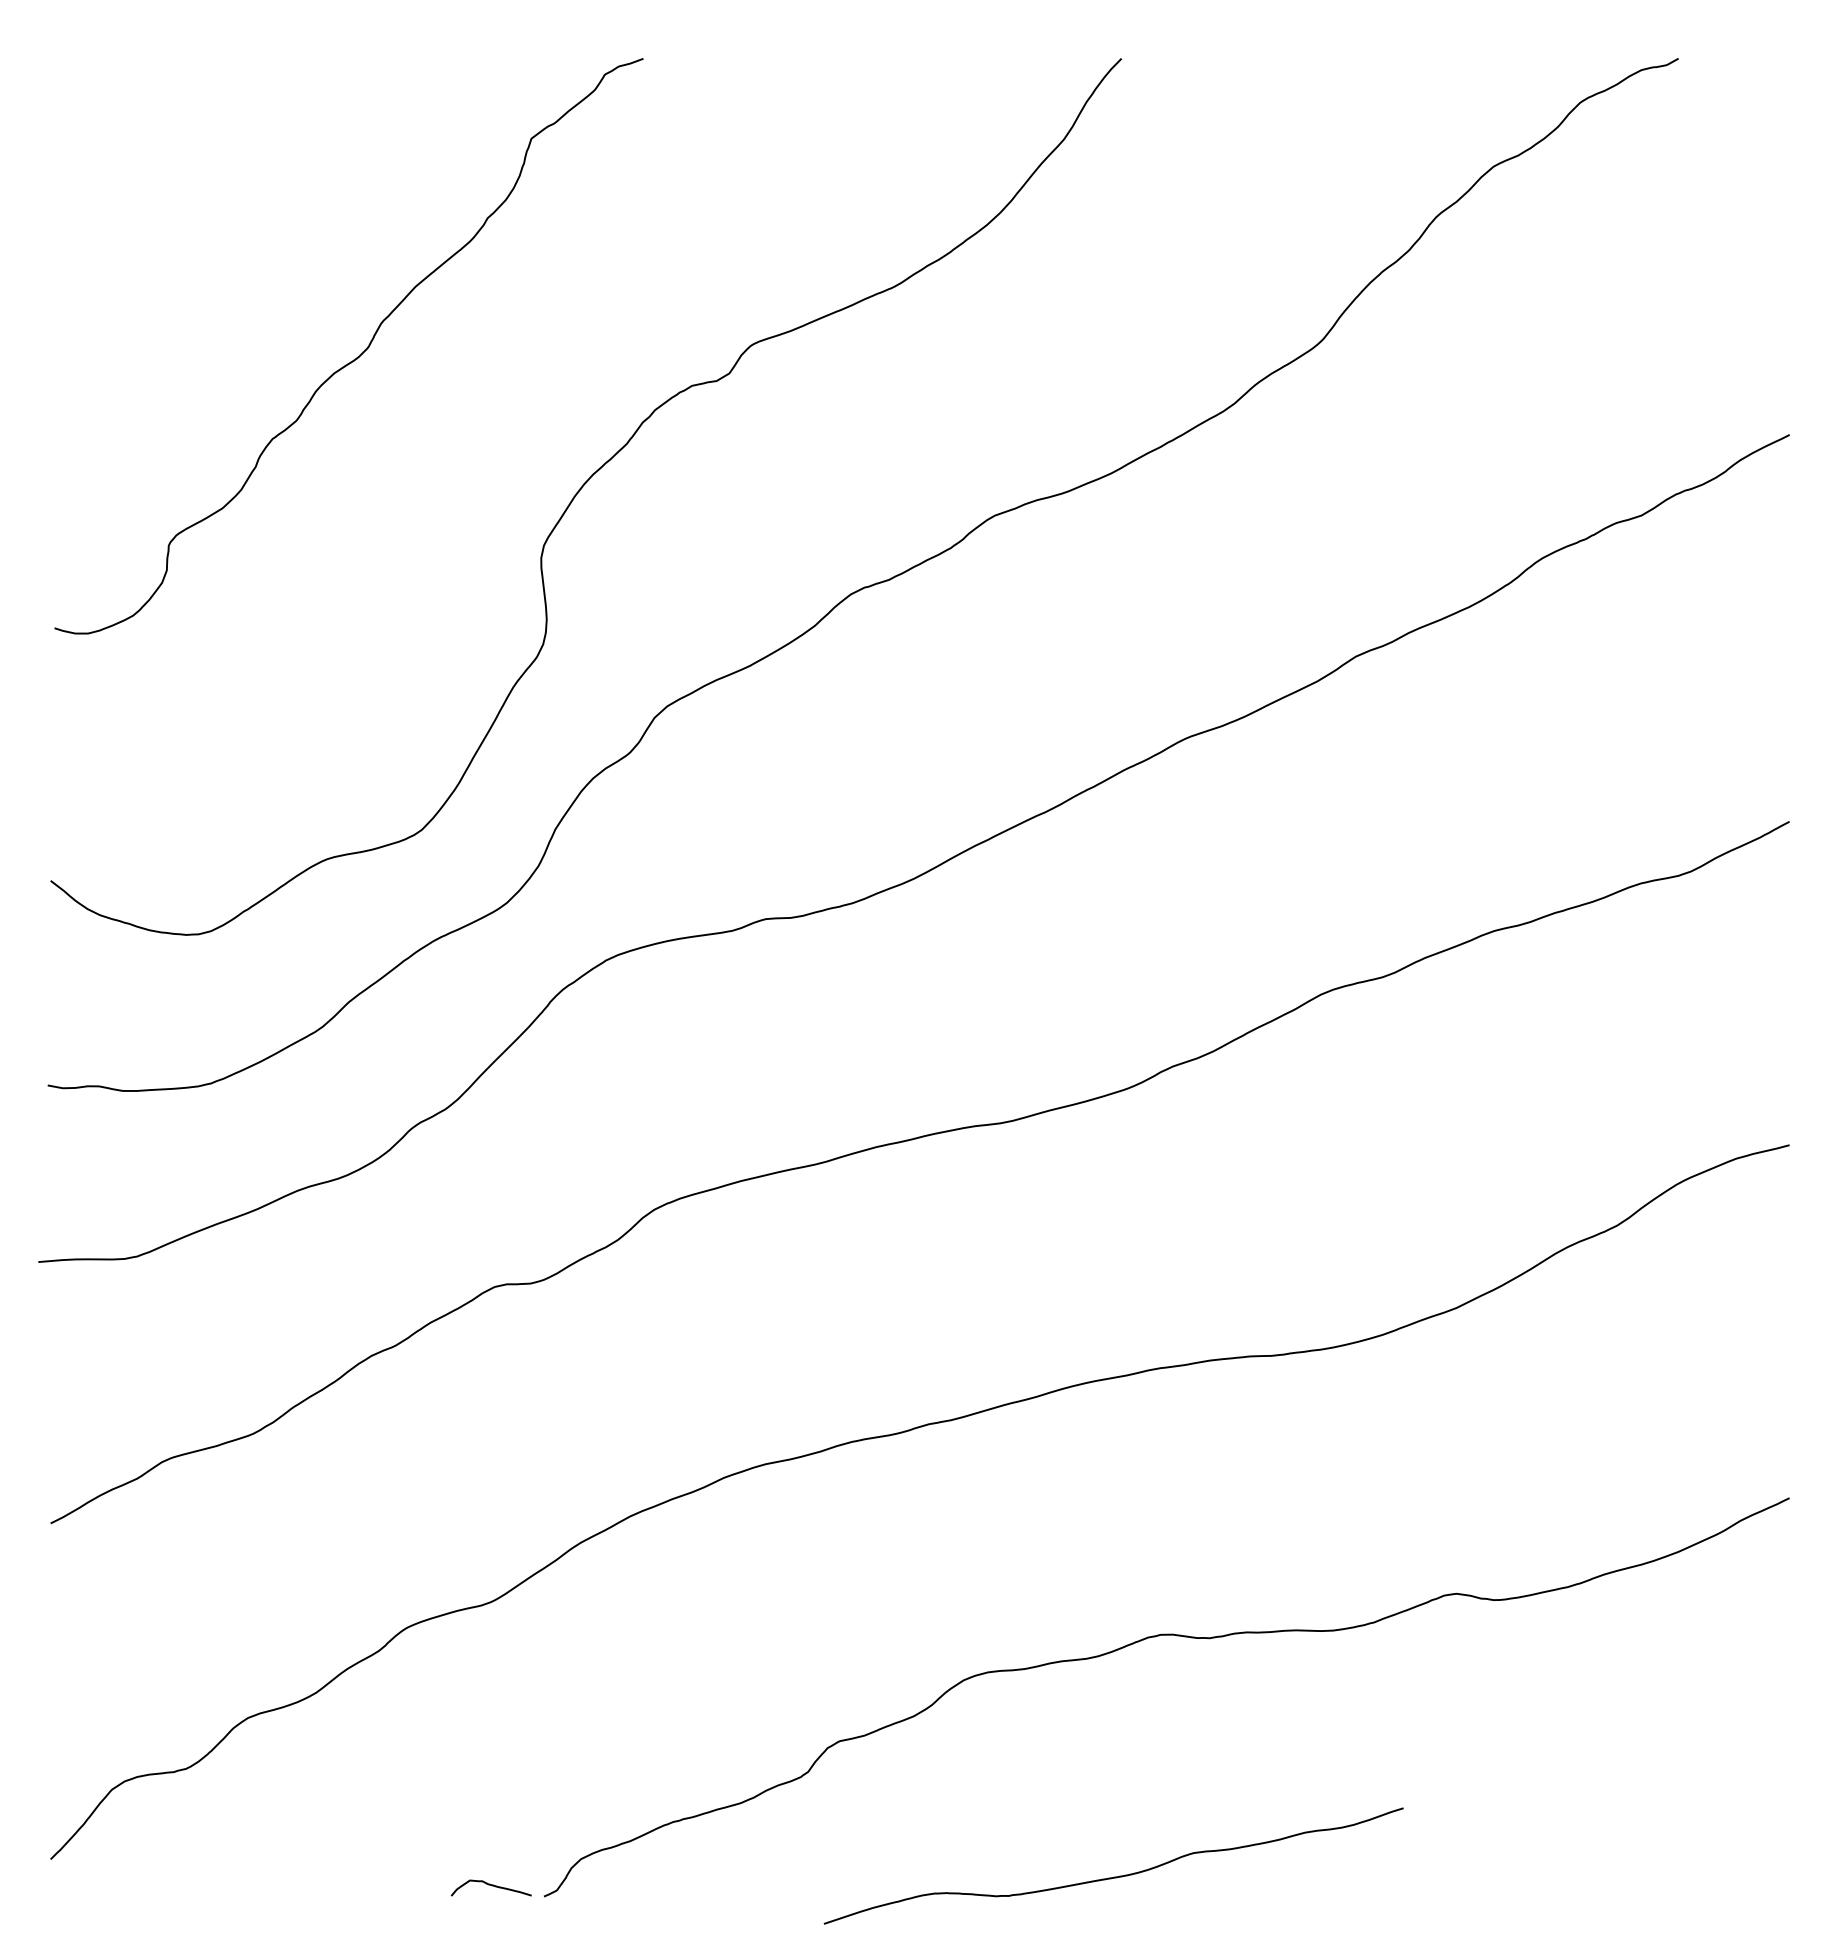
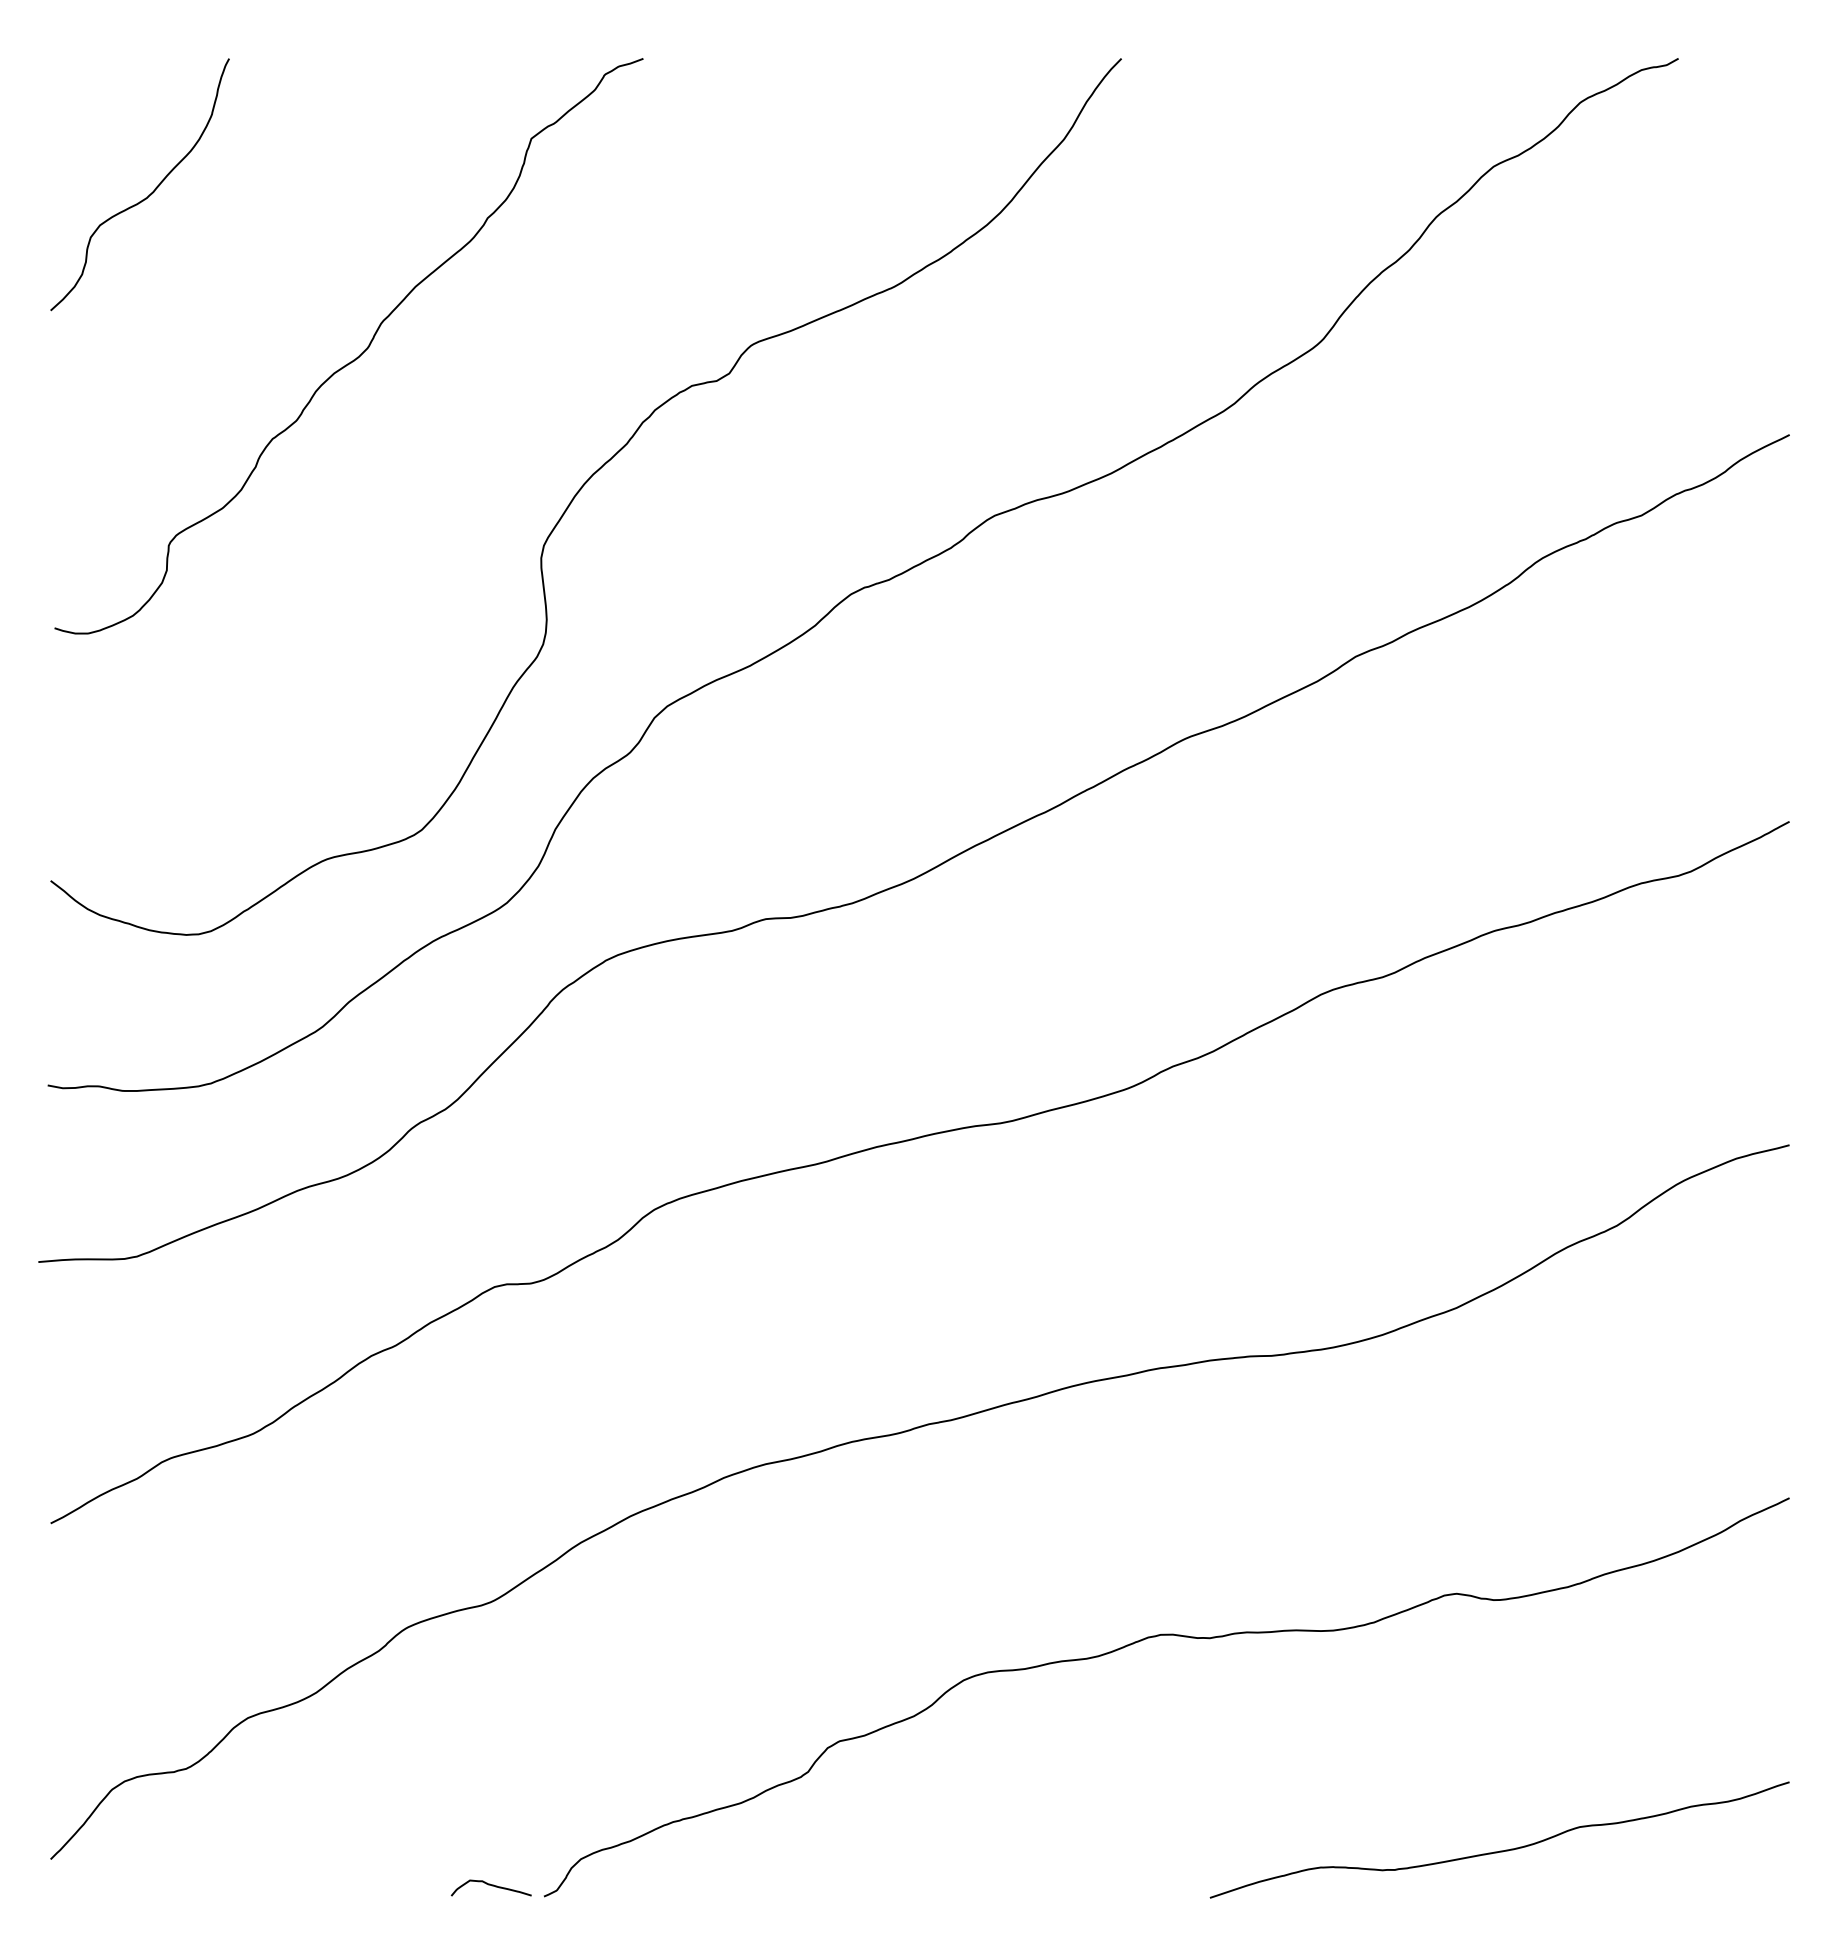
curve at (149, 194): none -> present
curve at (1113, 1876) position: (1113, 1876) -> (1499, 1850)
